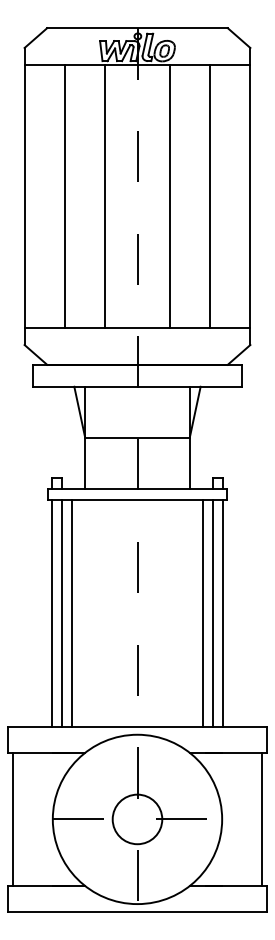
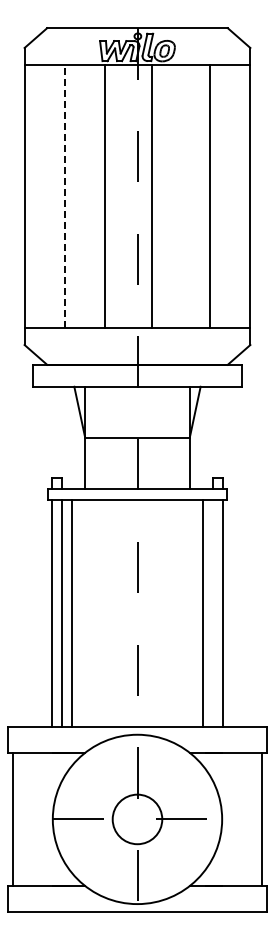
line at (64, 196): solid -> dashed
line at (169, 196) position: (169, 196) -> (151, 196)
line at (212, 613): present -> none
